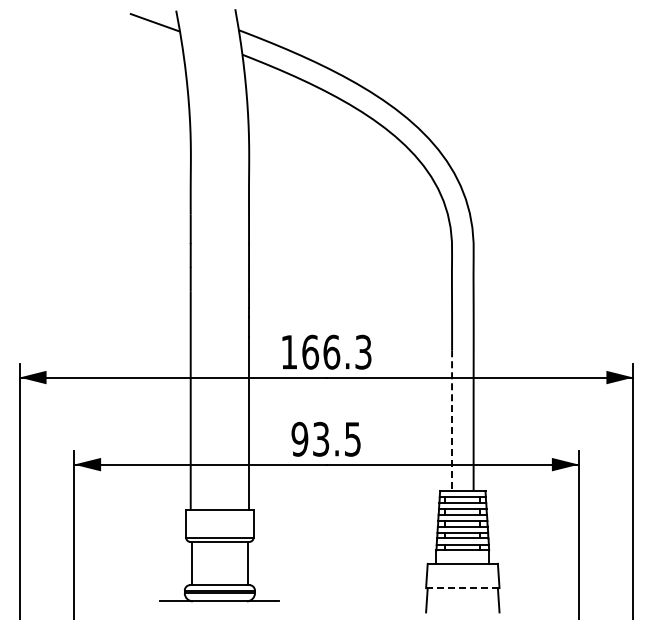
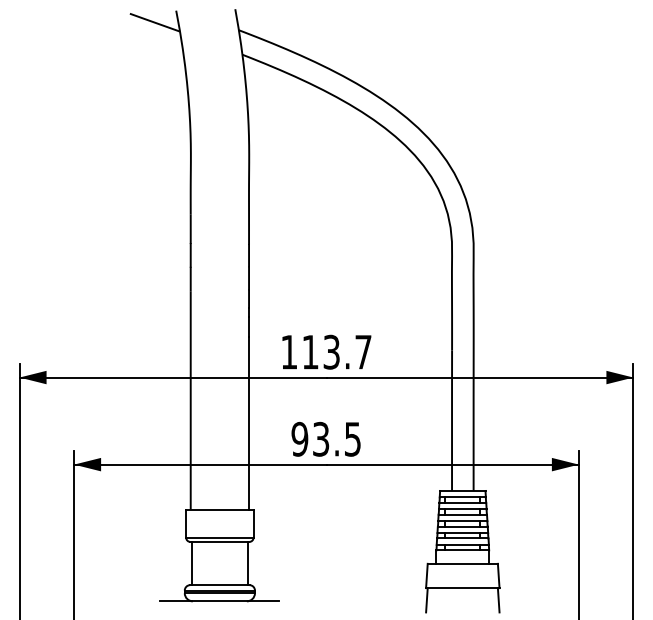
text at (336, 351): 166.3 -> 113.7
line at (452, 419): dashed -> solid
line at (462, 588): dashed -> solid
